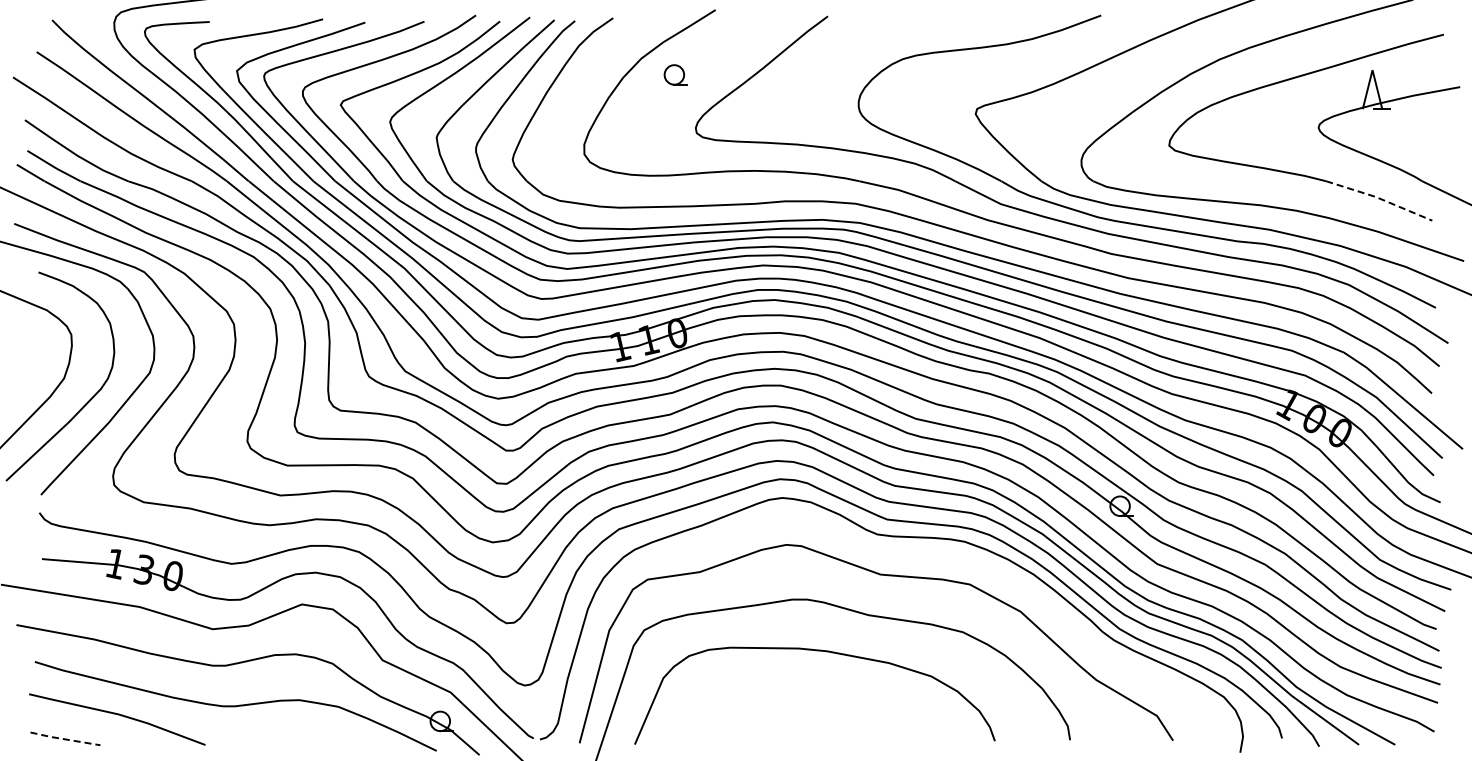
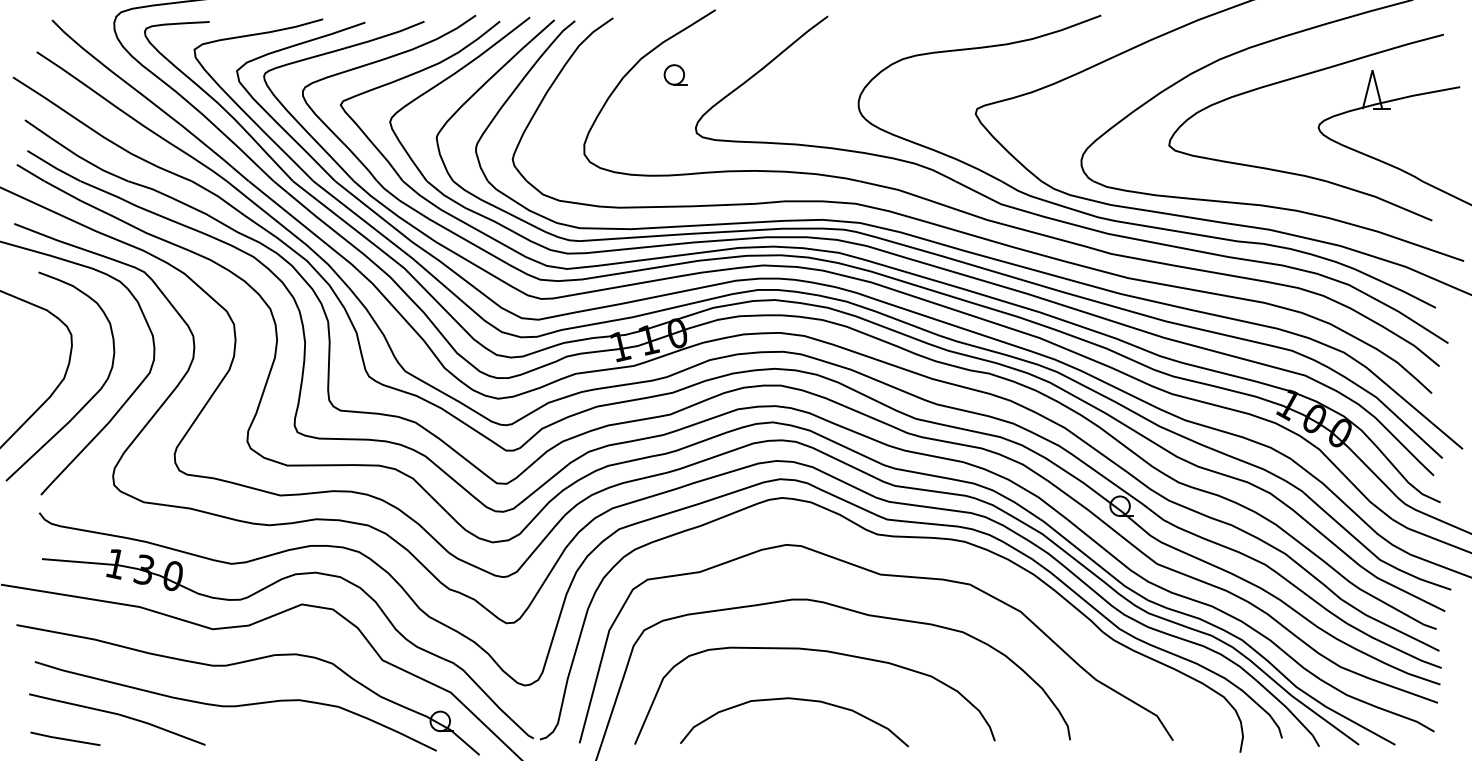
line at (1379, 198): dashed -> solid
curve at (798, 700): none -> present
line at (65, 739): dashed -> solid
